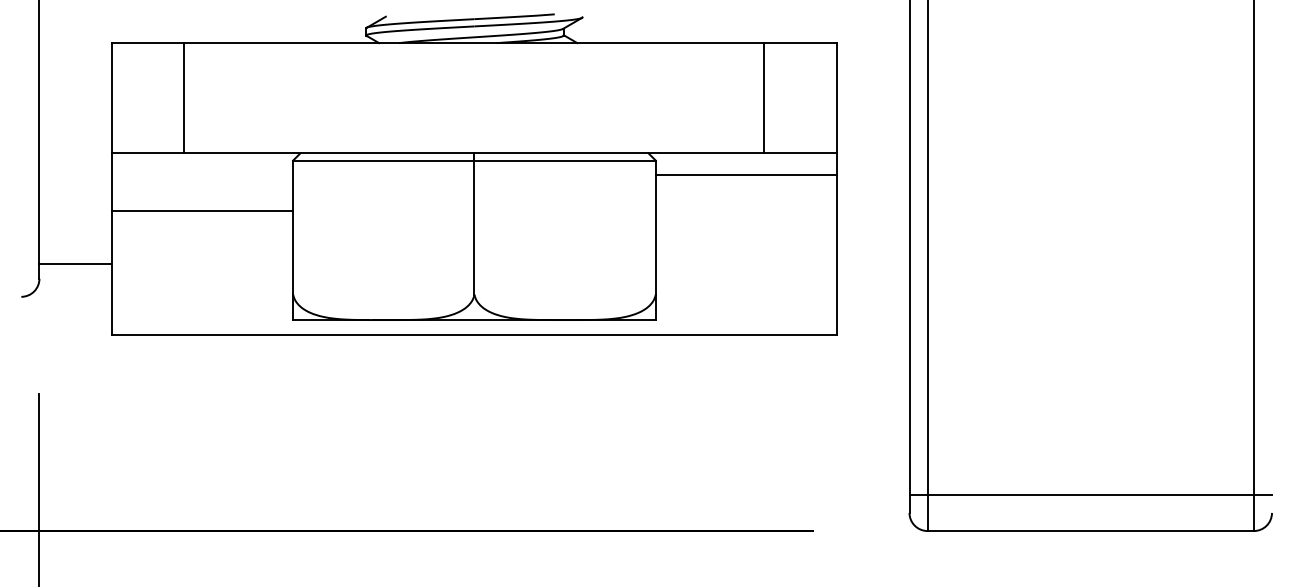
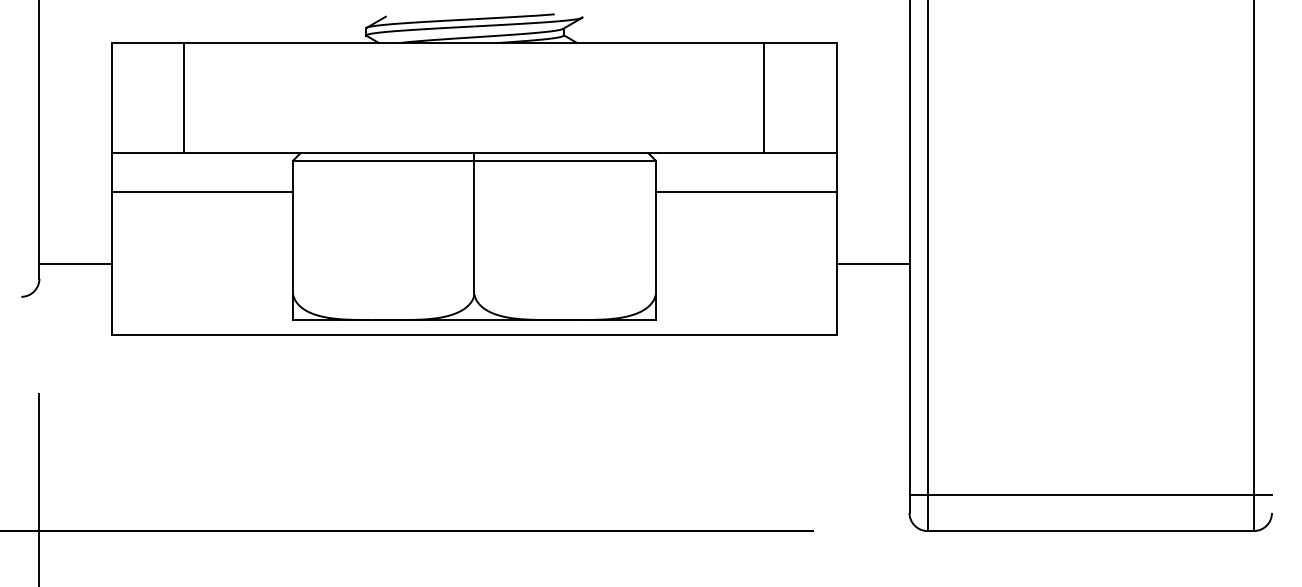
line at (745, 175) position: (745, 175) -> (745, 192)
line at (202, 211) position: (202, 211) -> (202, 192)
line at (872, 264): none -> present
